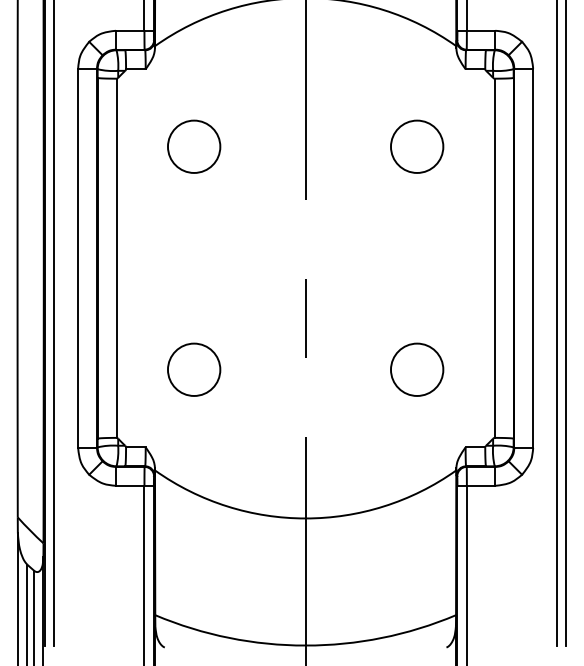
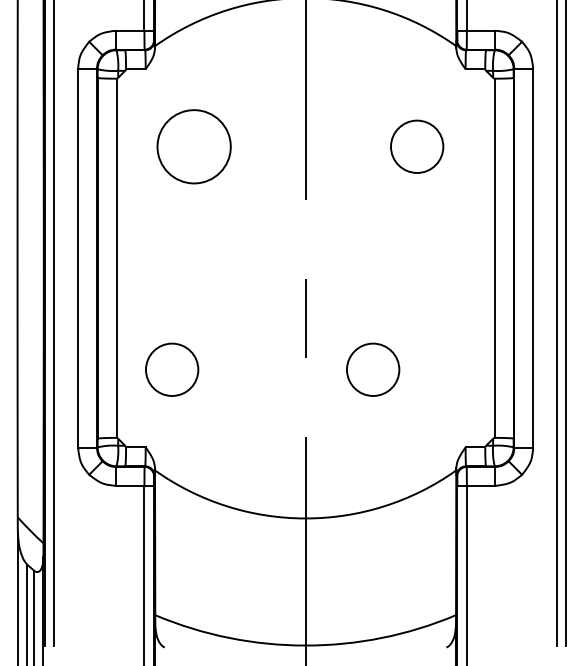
circle at (193, 146) diameter: 52 px -> 73 px
circle at (194, 369) position: (194, 369) -> (172, 369)
circle at (417, 369) position: (417, 369) -> (373, 369)
